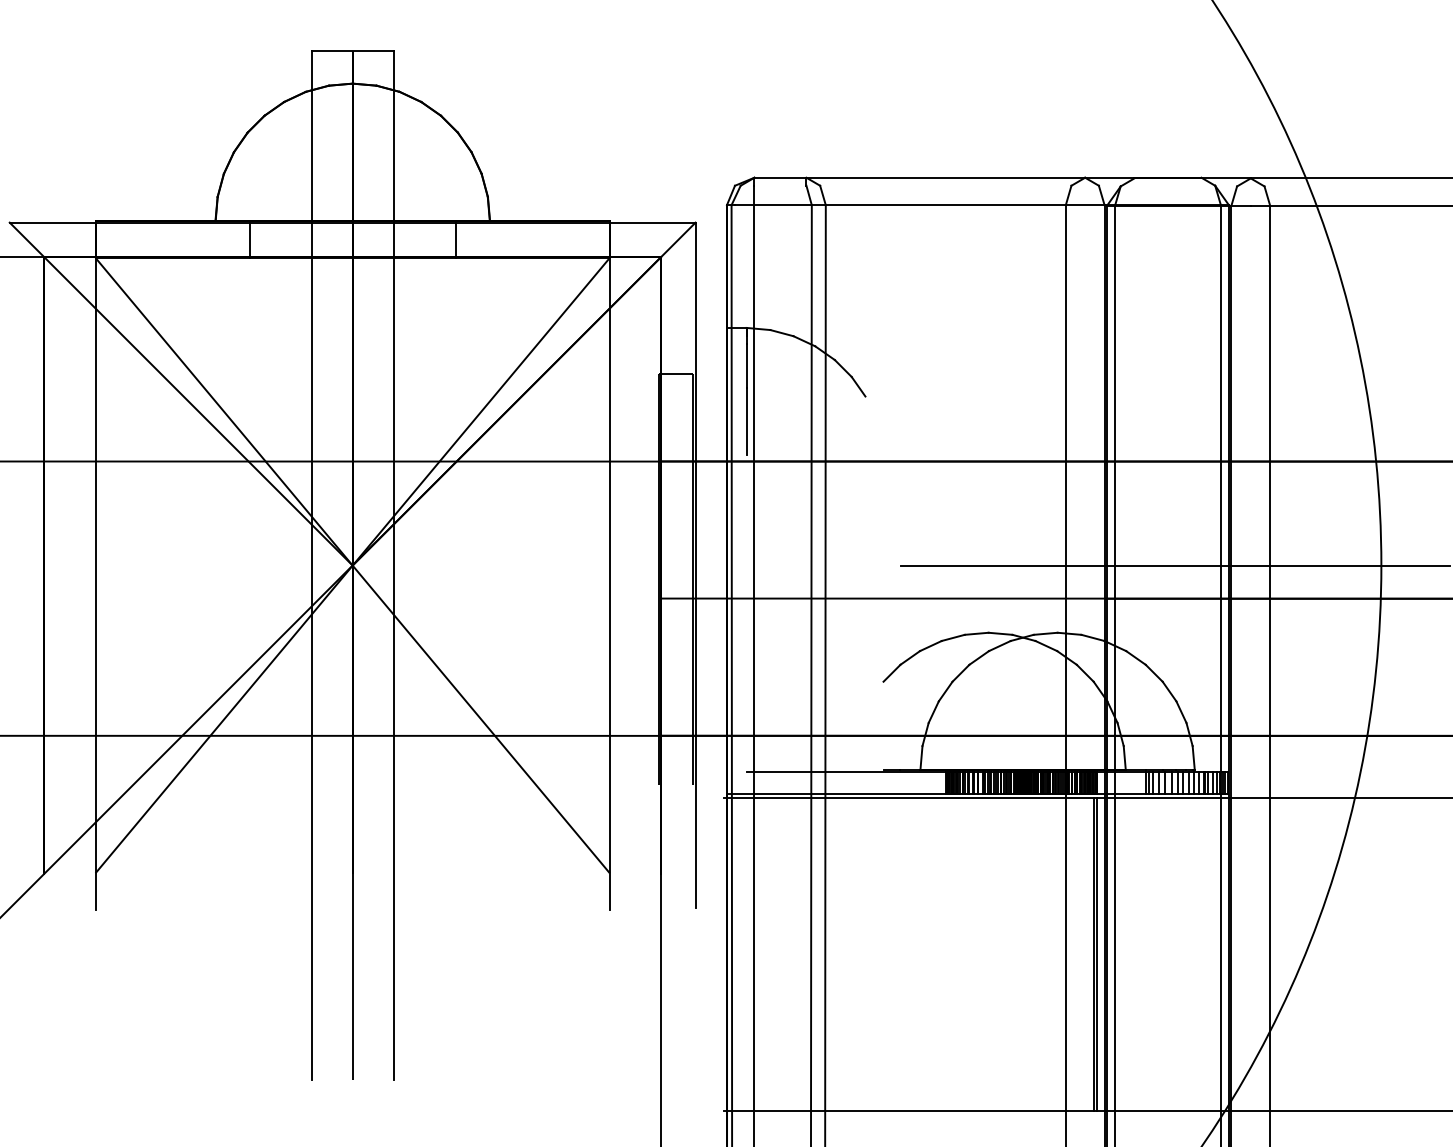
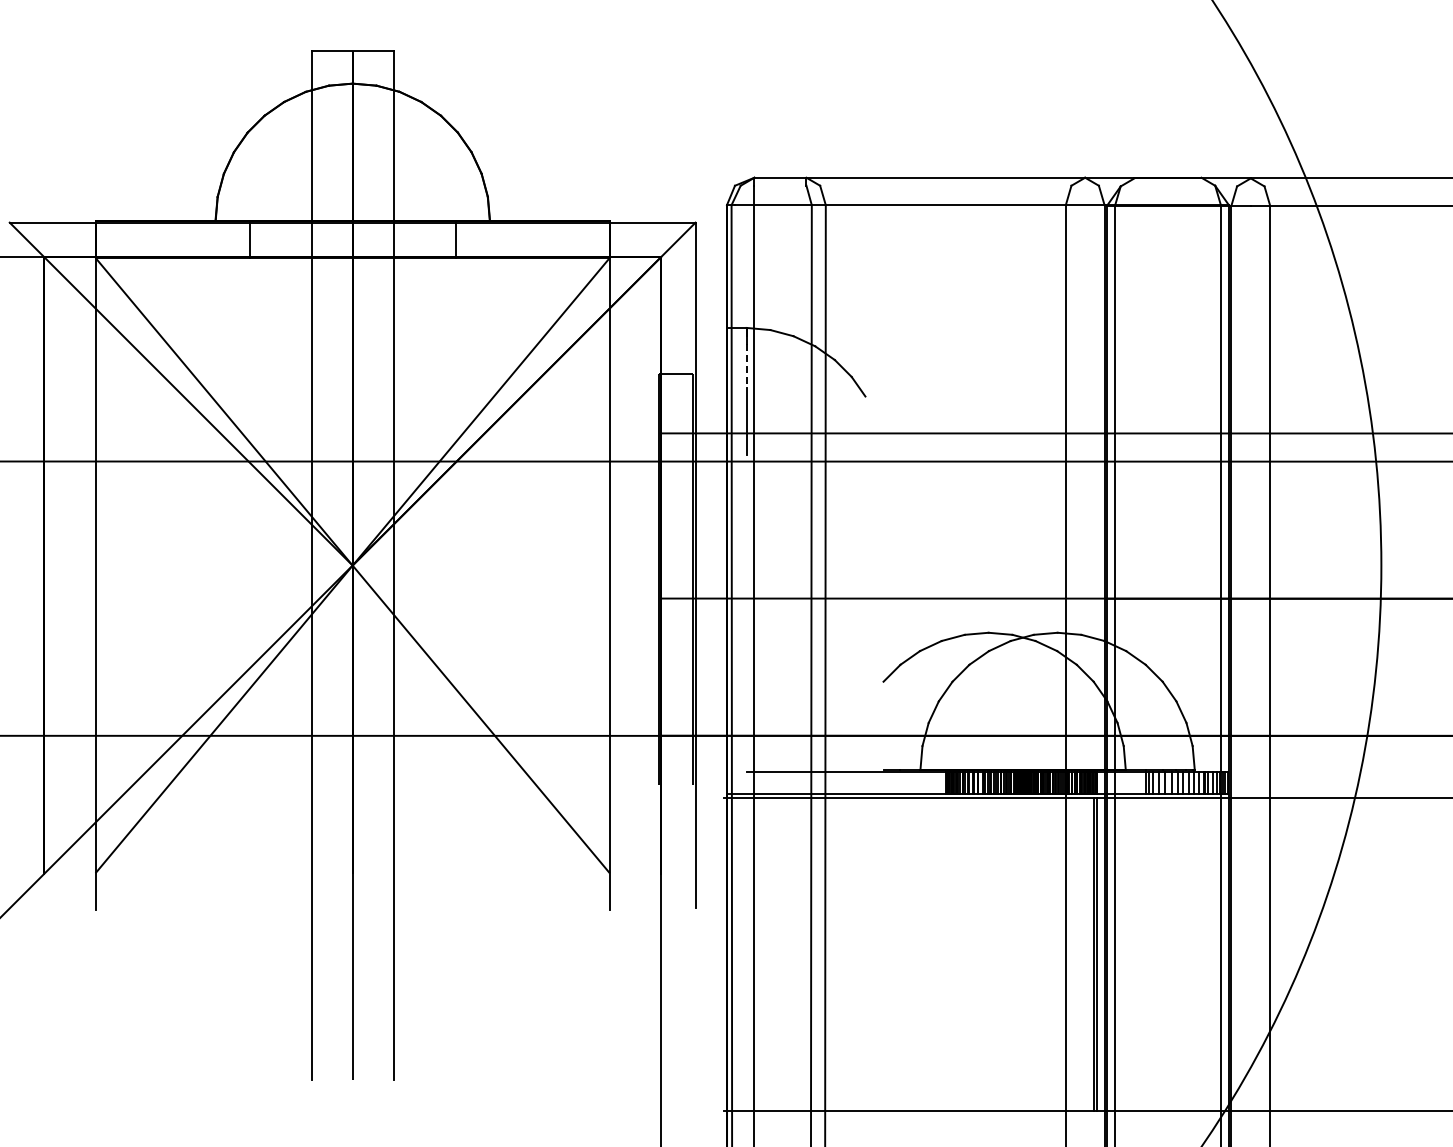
line at (746, 366): solid -> dashed
line at (1054, 461) position: (1054, 461) -> (1054, 433)
line at (1175, 565): present -> none
